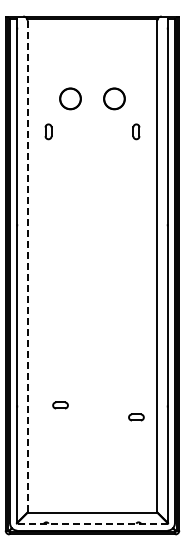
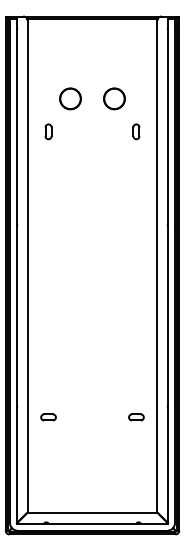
line at (27, 266): dashed -> solid
part at (60, 405) position: (60, 405) -> (48, 417)
line at (92, 523): dashed -> solid
